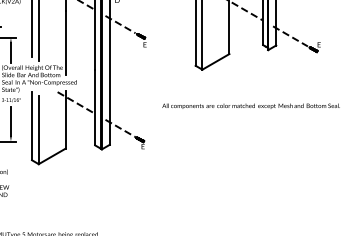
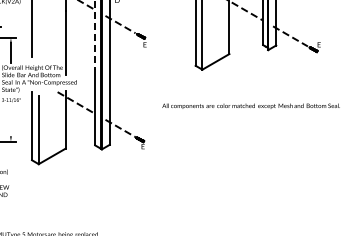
line at (38, 31): present -> none
line at (95, 35): solid -> dashed
line at (10, 121): present -> none
